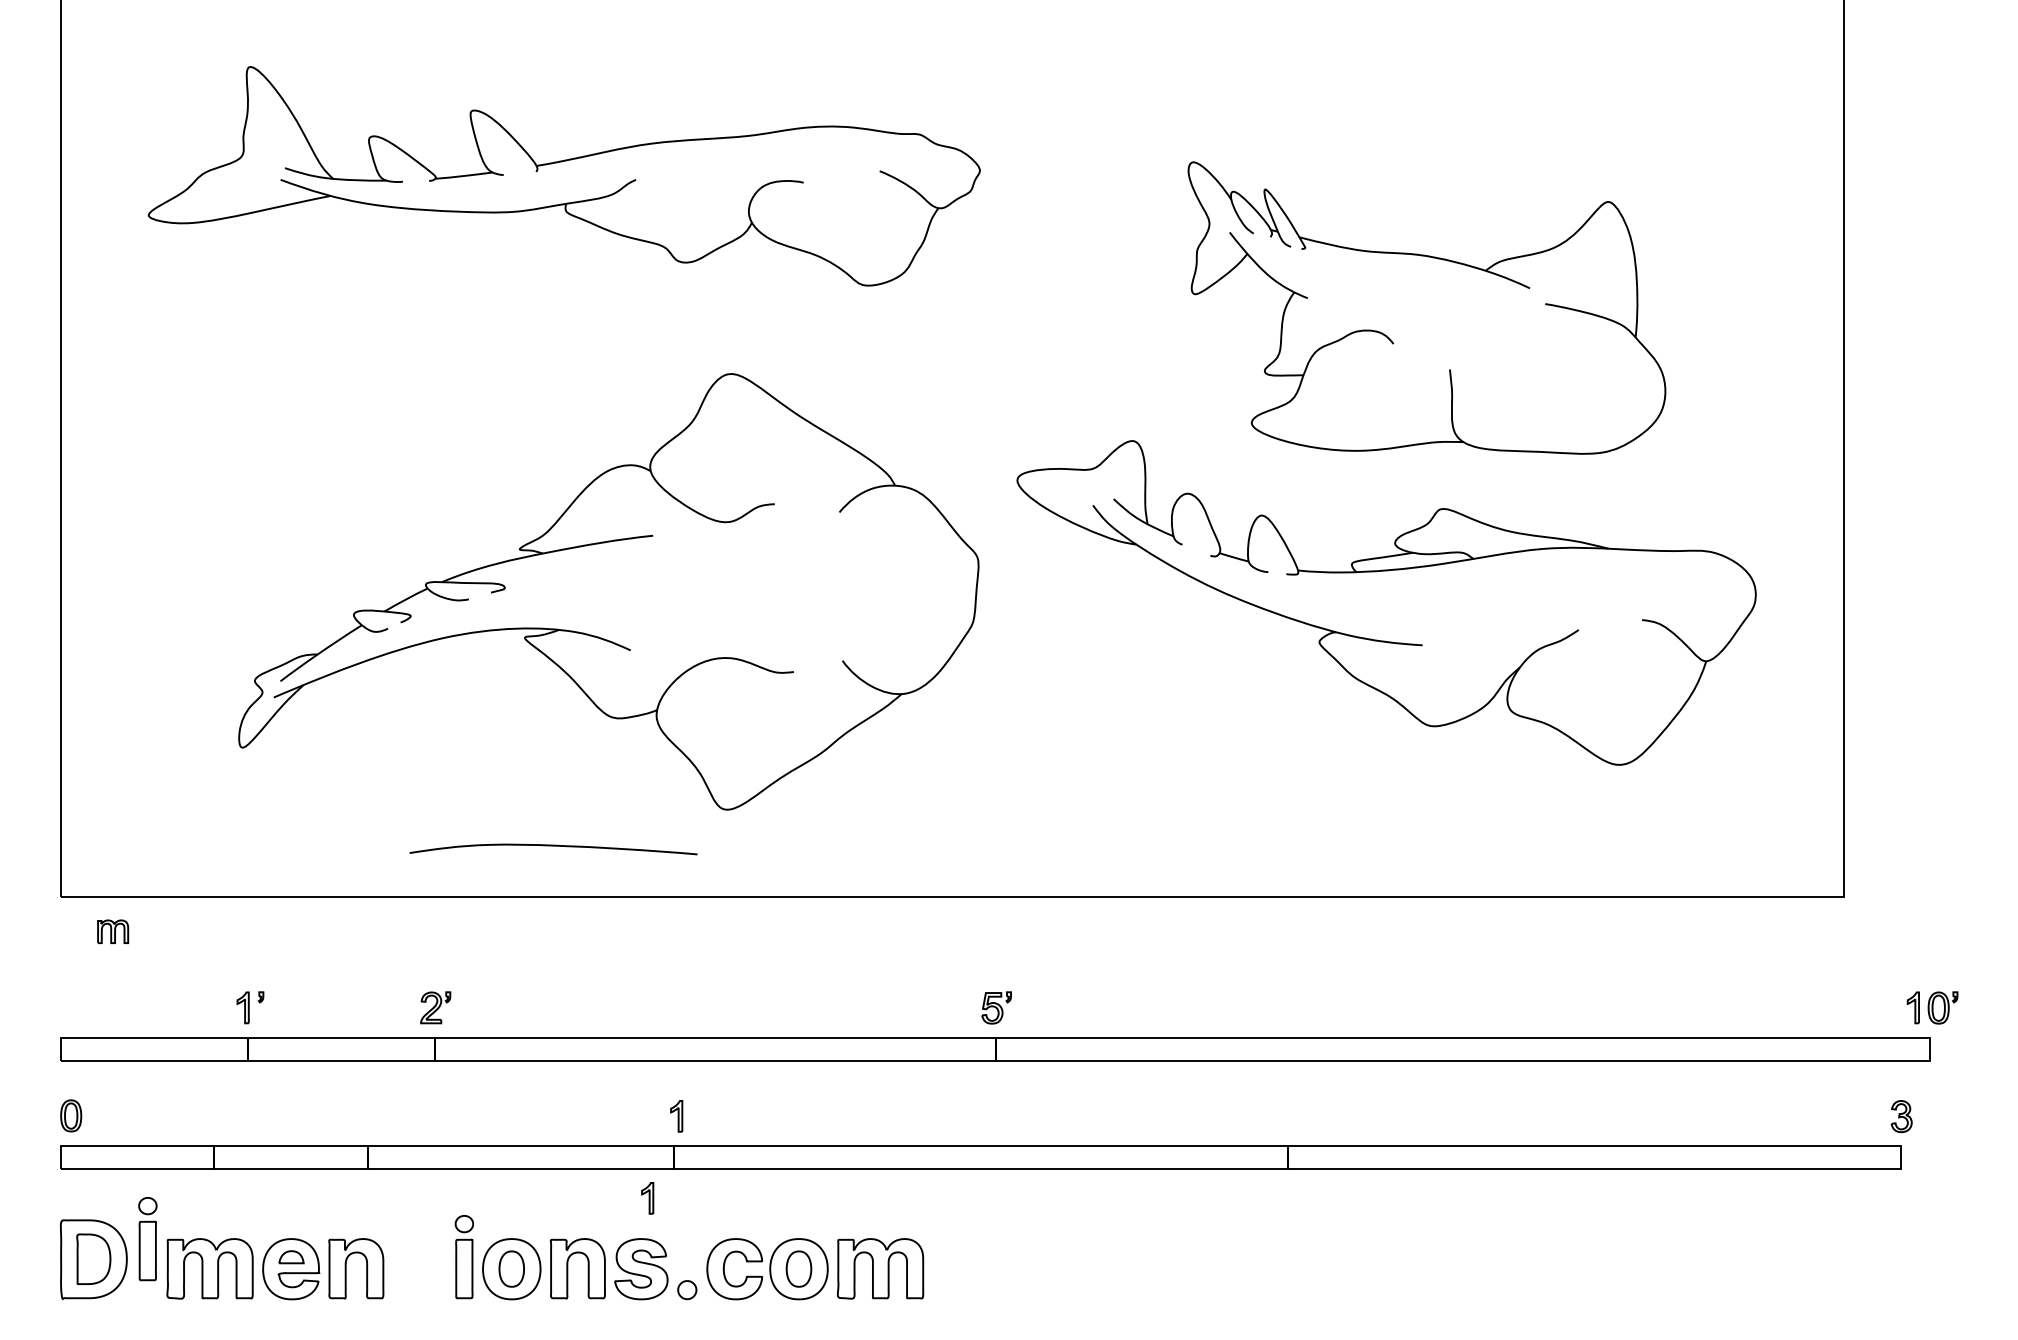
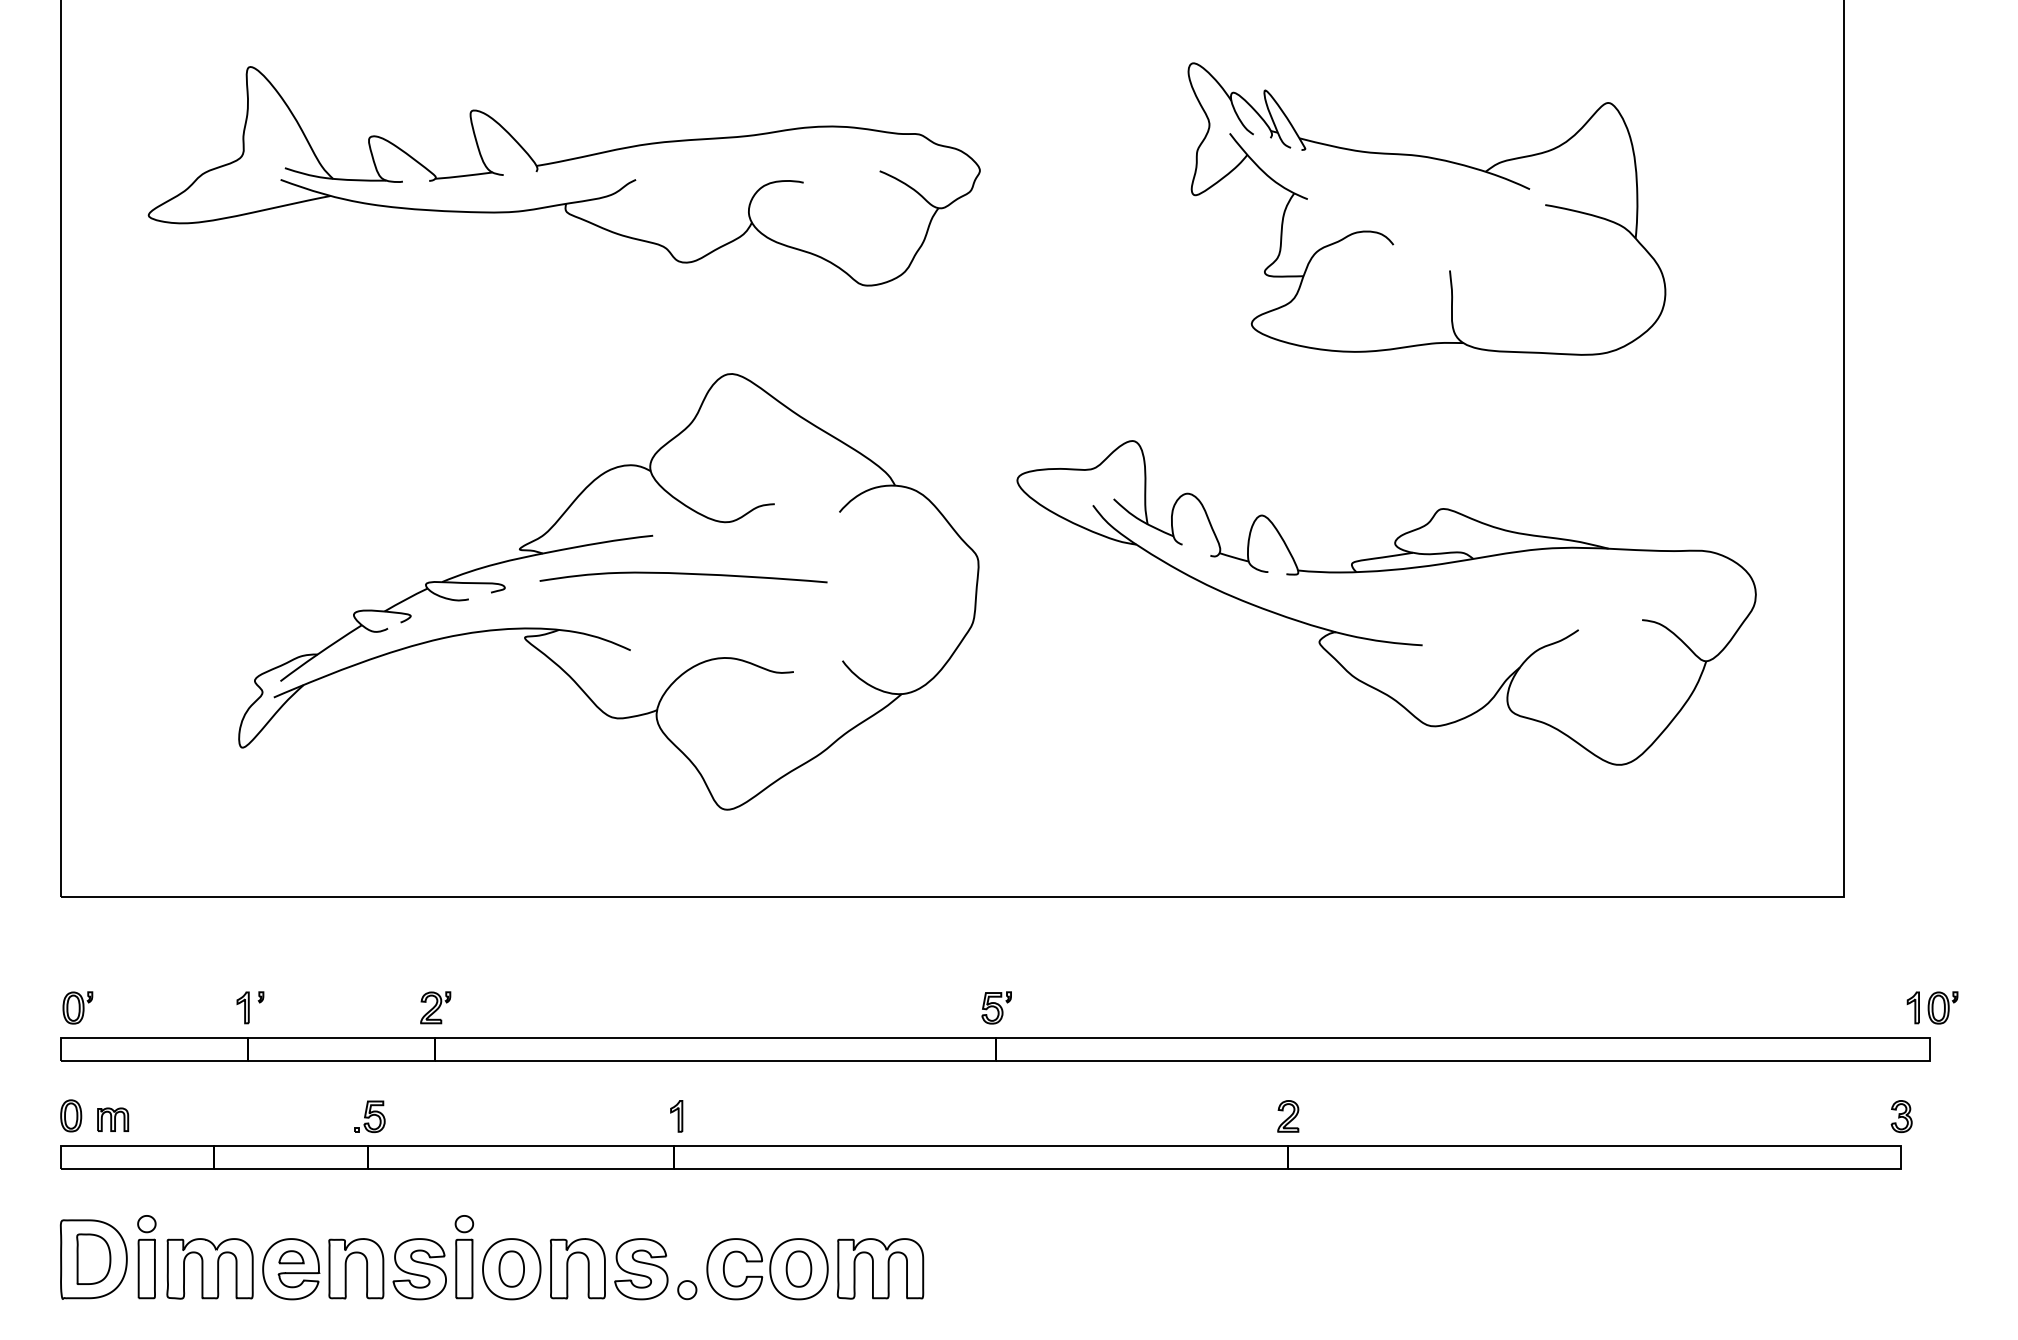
part at (1426, 307) position: (1426, 307) -> (1426, 208)
curve at (553, 846) position: (553, 846) -> (683, 574)
part at (113, 931) position: (113, 931) -> (113, 1119)
part at (77, 1007): none -> present
part at (369, 1116): none -> present
part at (1288, 1116): none -> present
part at (647, 1198): present -> none
part at (147, 1239) position: (147, 1239) -> (146, 1257)
part at (419, 1269): none -> present
